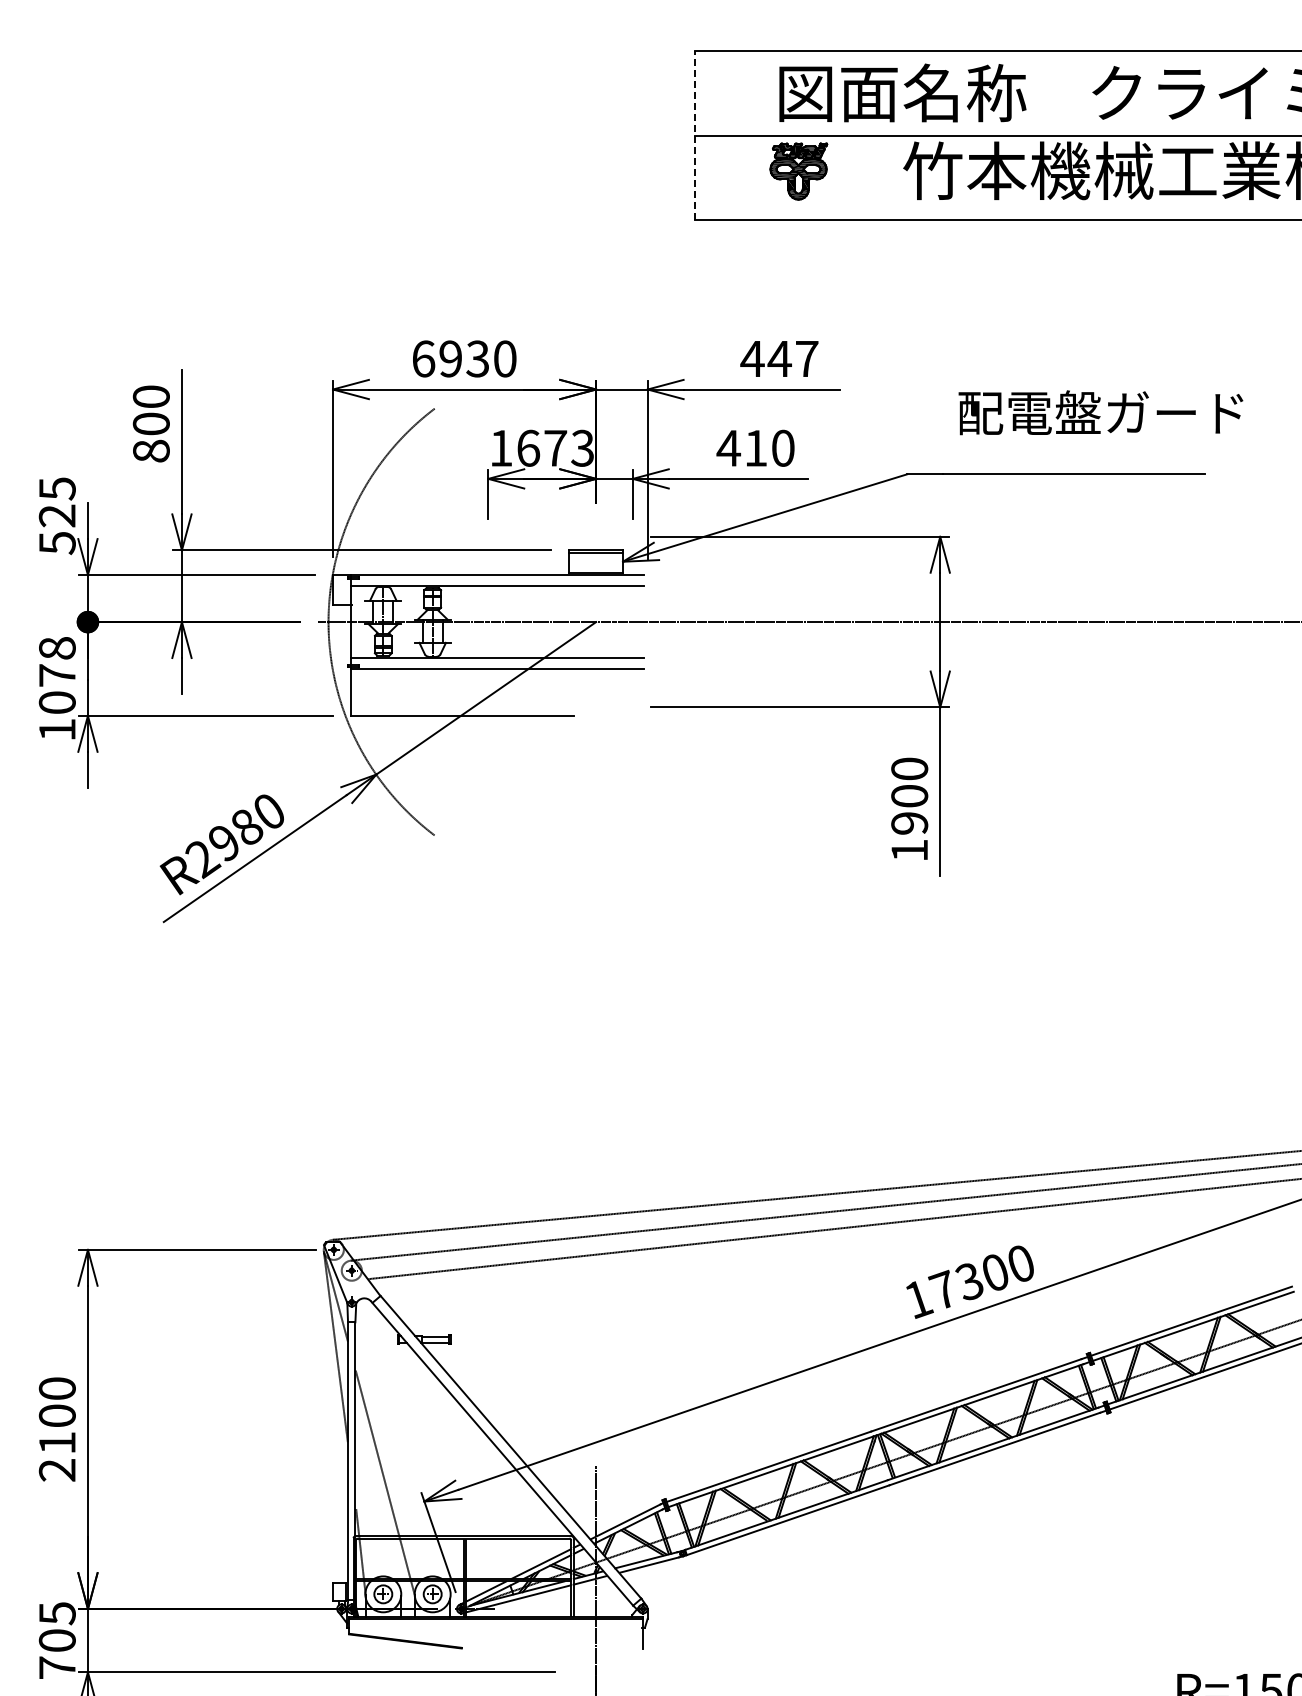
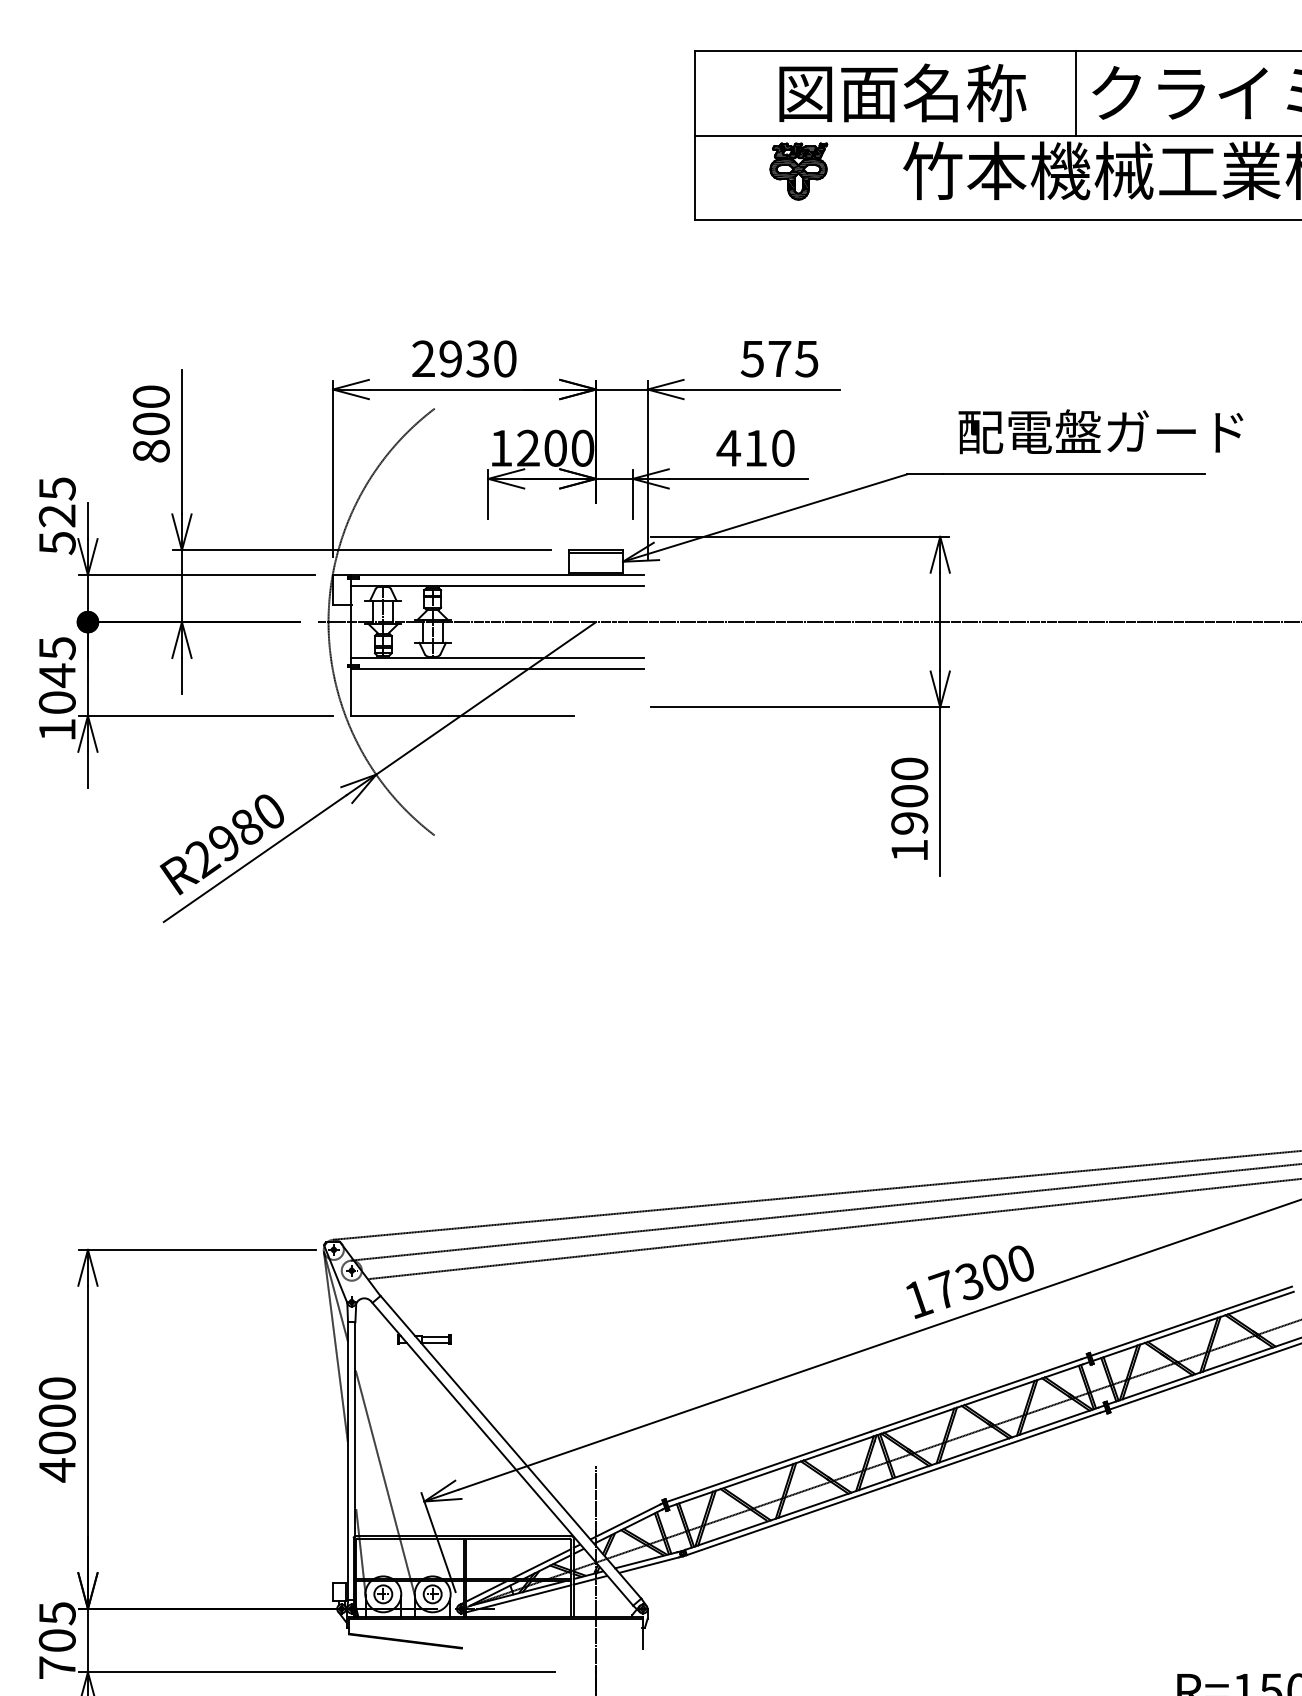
line at (1075, 92): none -> present
line at (695, 135): dashed -> solid
text at (423, 358): 6930 -> 2930
text at (779, 359): 447 -> 575
text at (1100, 412) position: (1100, 412) -> (1100, 431)
text at (555, 447): 1673 -> 1200
text at (57, 662): 1078 -> 1045
text at (56, 1456): 2100 -> 4000
